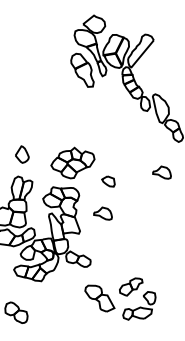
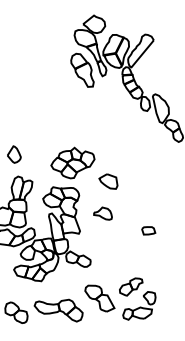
part at (22, 154) position: (22, 154) -> (14, 154)
part at (161, 172): present -> none
part at (108, 181) size: 15x13 px -> 21x17 px
part at (148, 230): none -> present
part at (58, 310): none -> present
